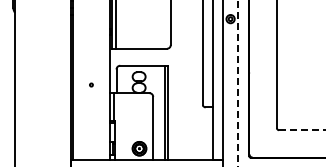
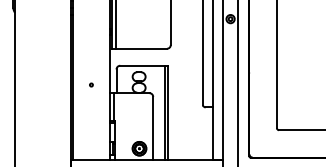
line at (238, 83): dashed -> solid
line at (302, 130): dashed -> solid
